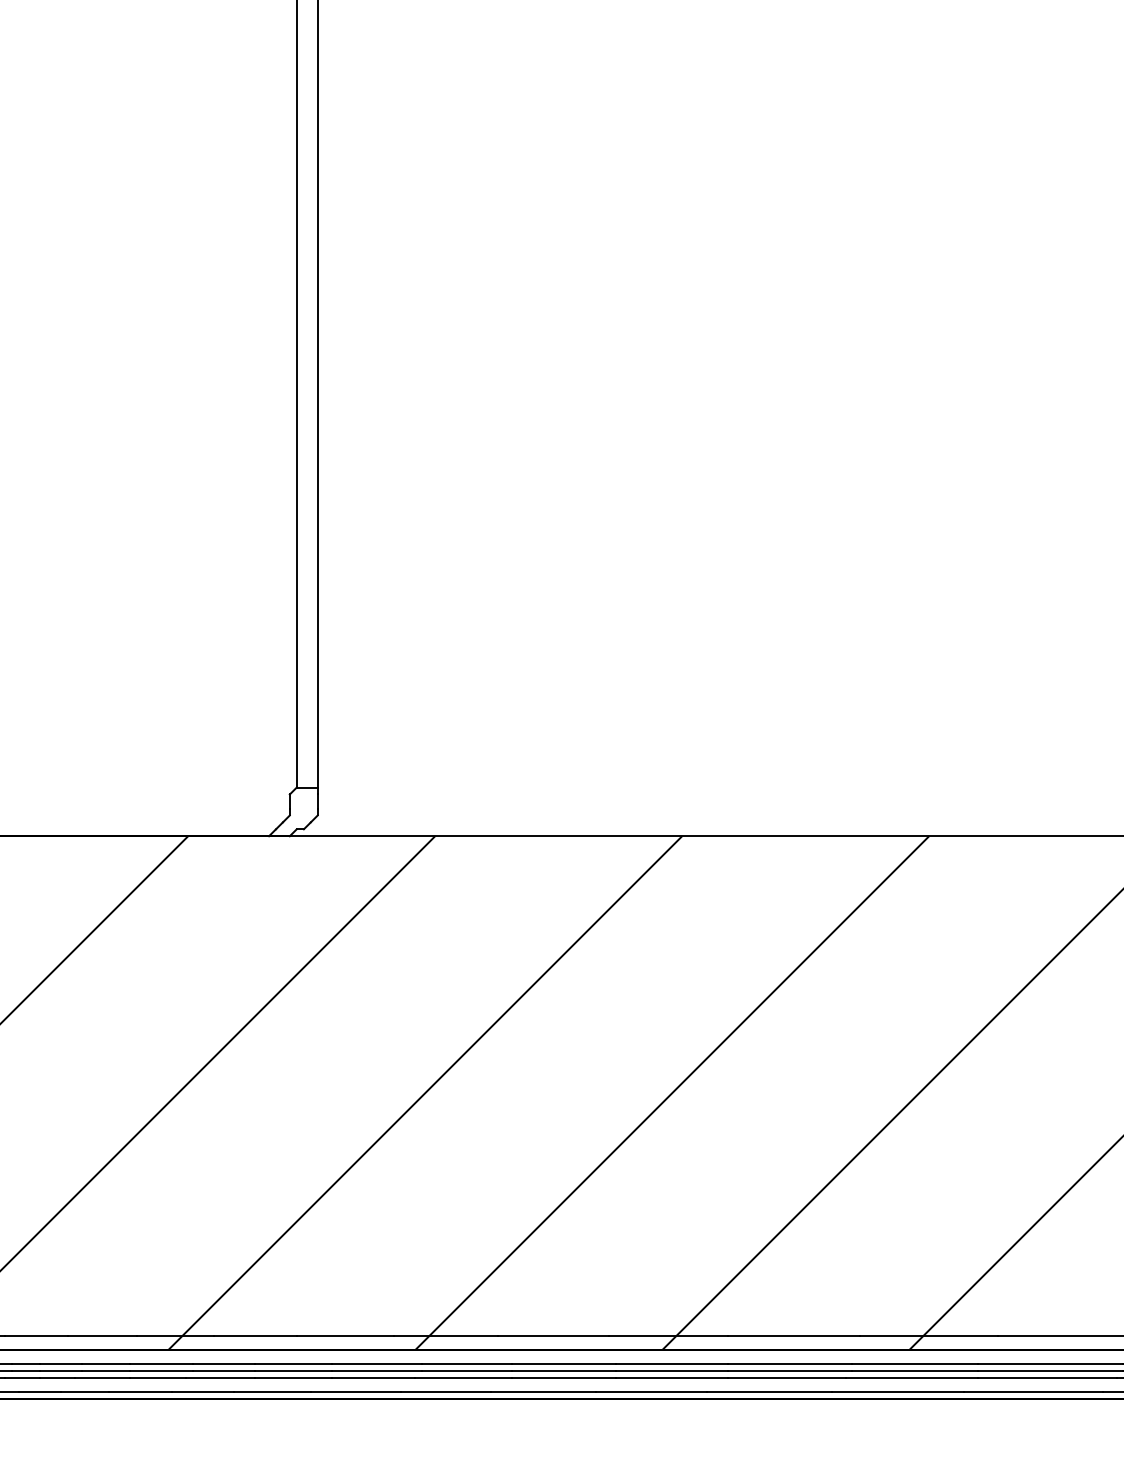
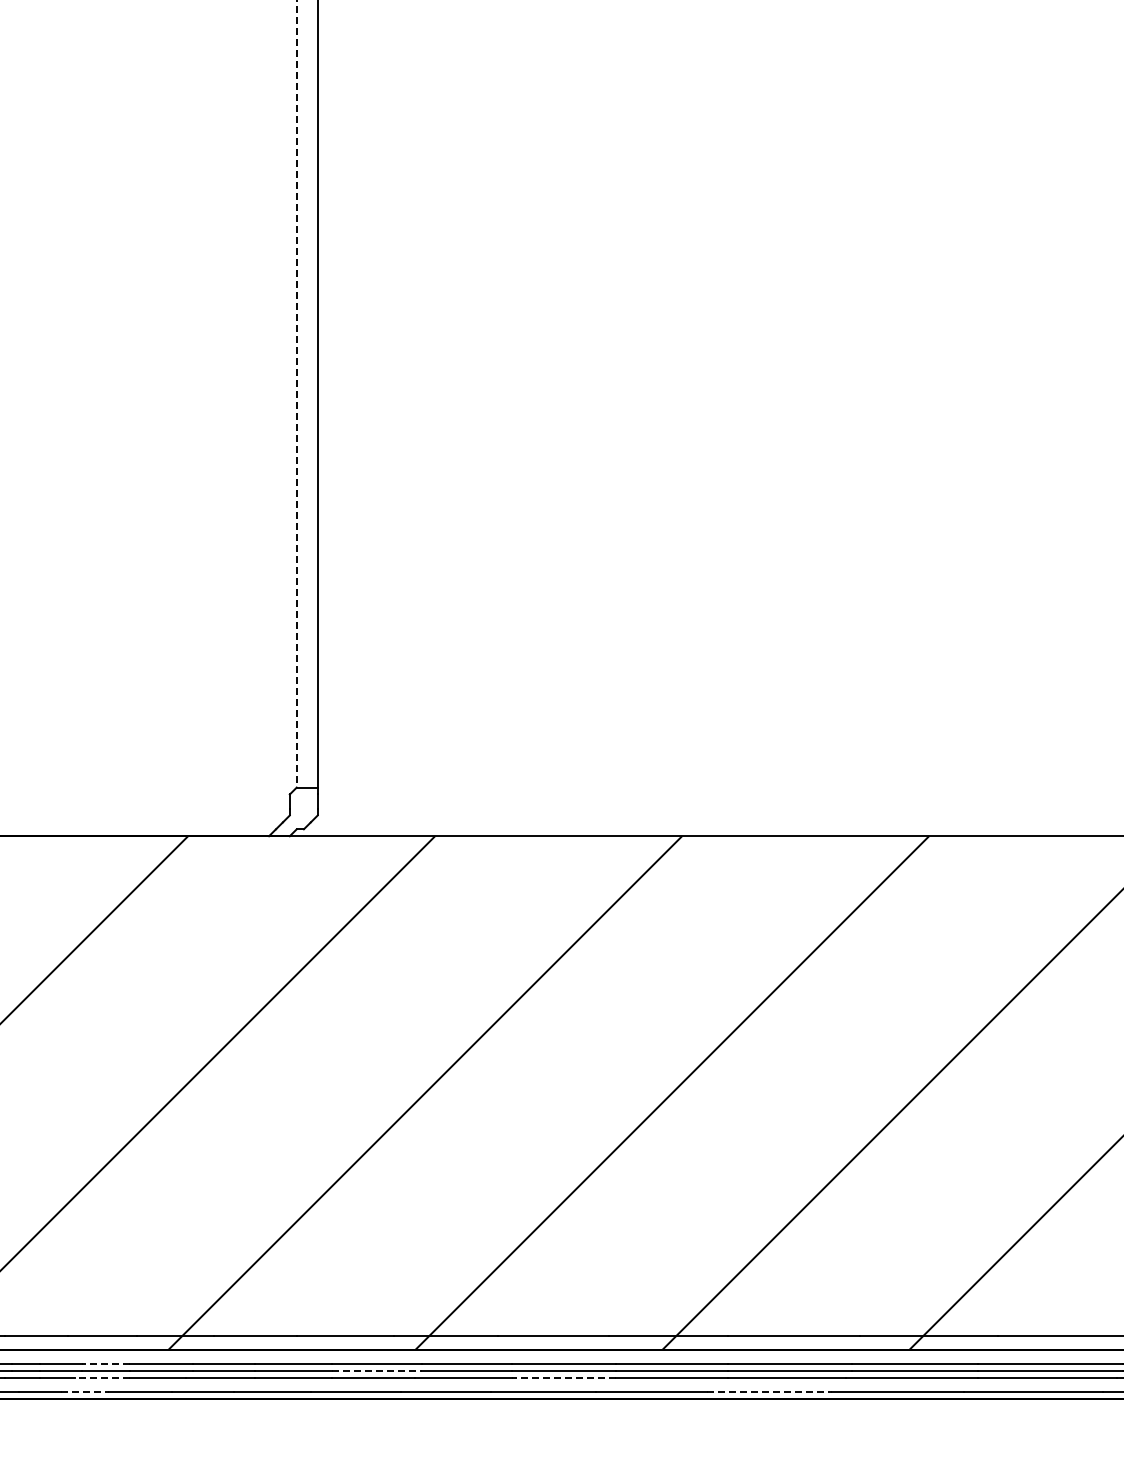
line at (296, 394): solid -> dashed
line at (105, 1364): solid -> dashed
line at (377, 1371): solid -> dashed
line at (102, 1378): solid -> dashed
line at (563, 1378): solid -> dashed
line at (85, 1391): solid -> dashed
line at (769, 1391): solid -> dashed
